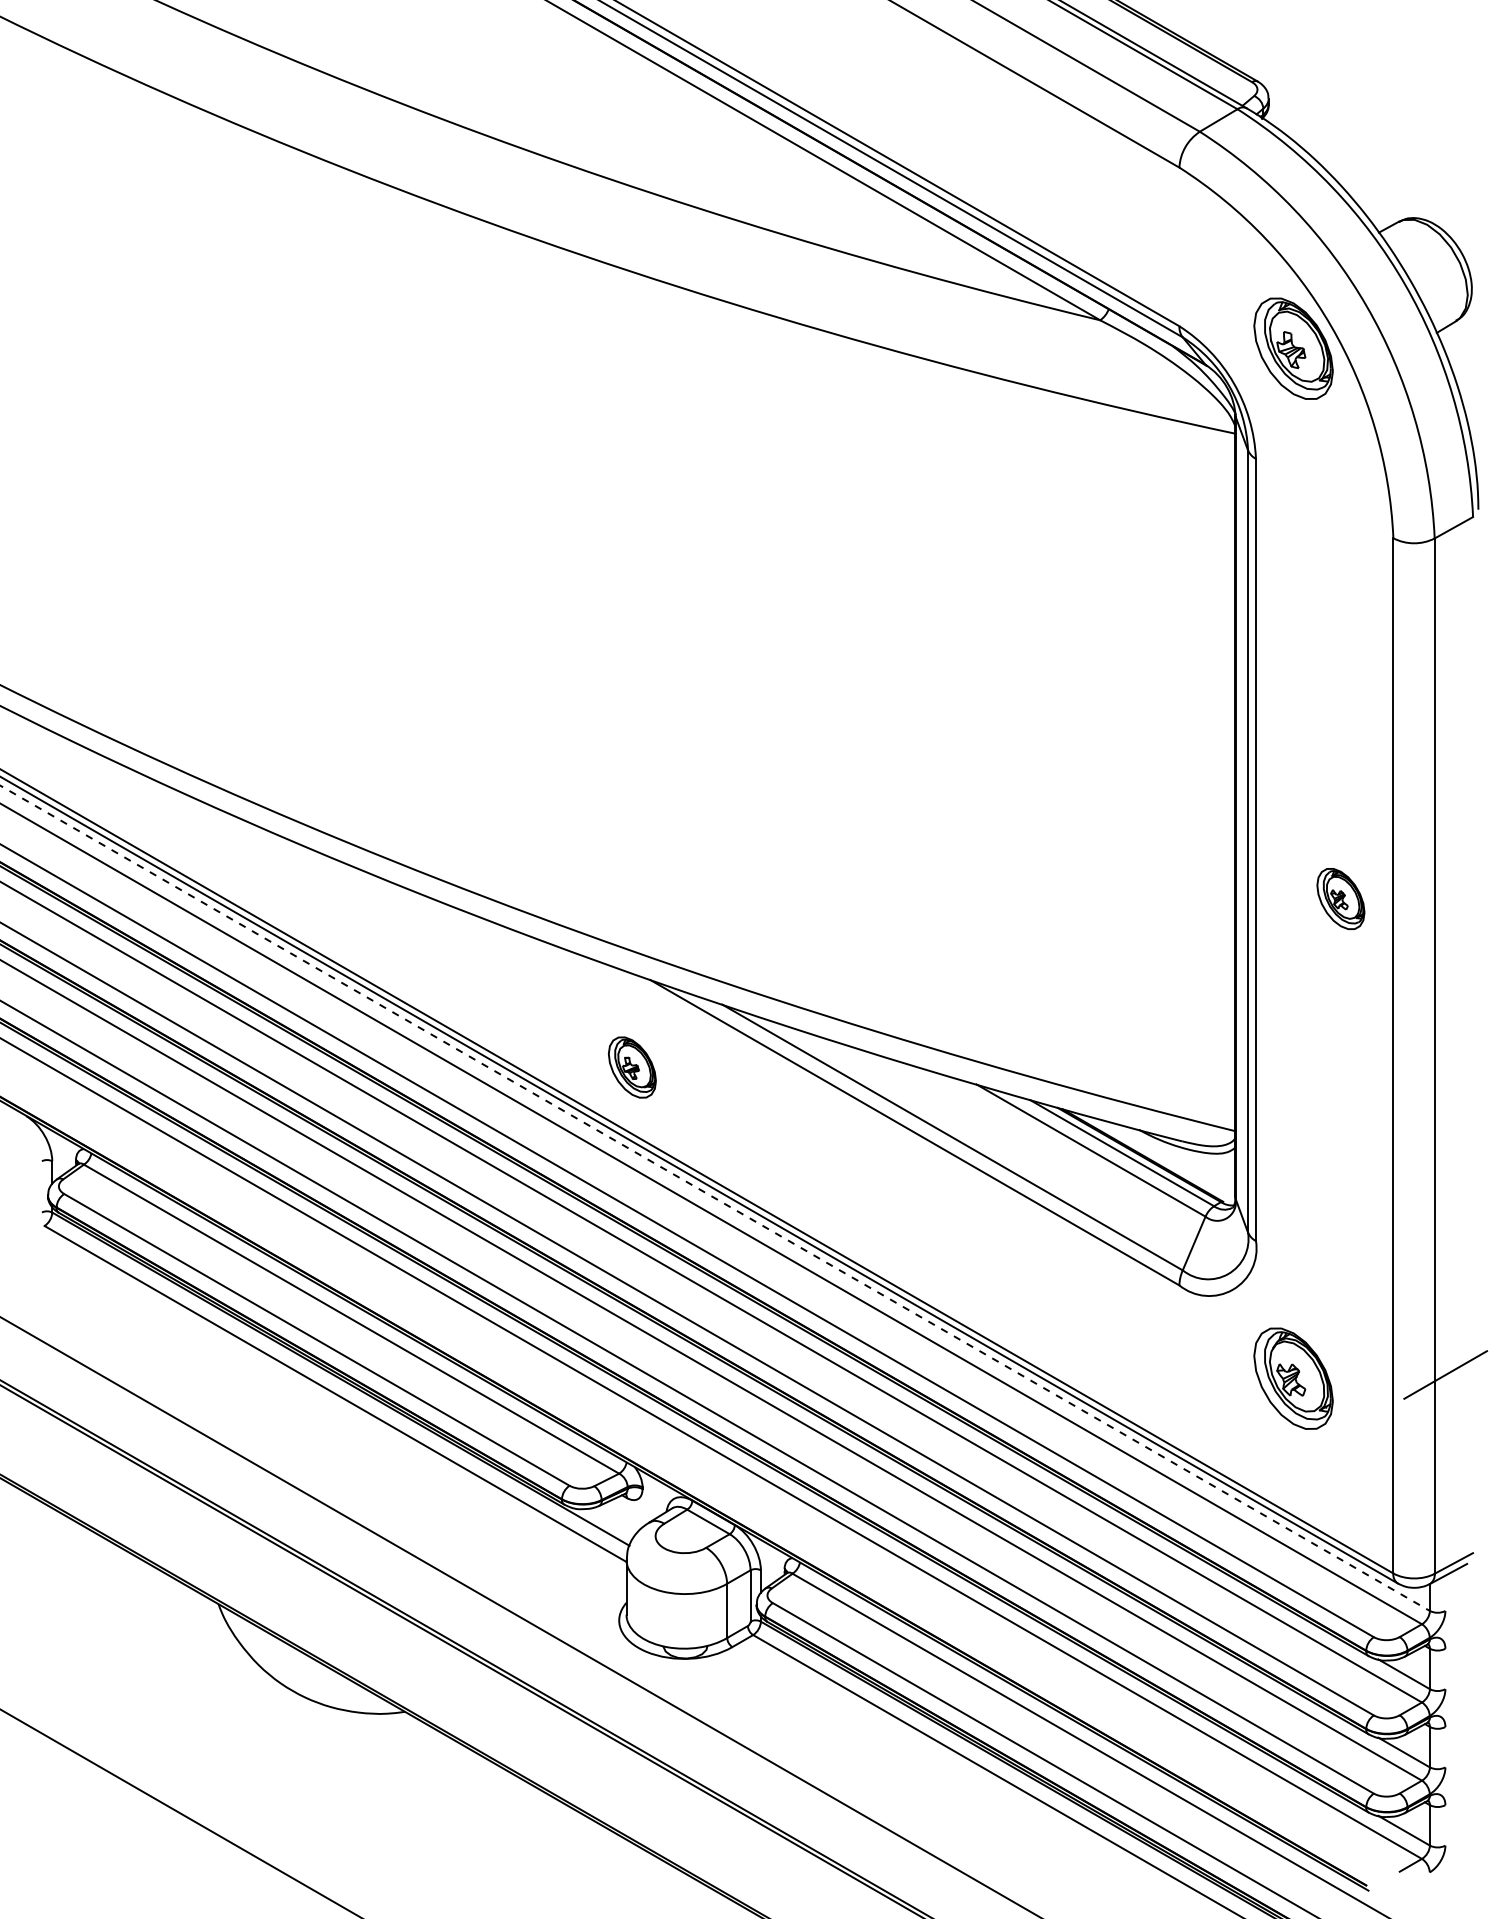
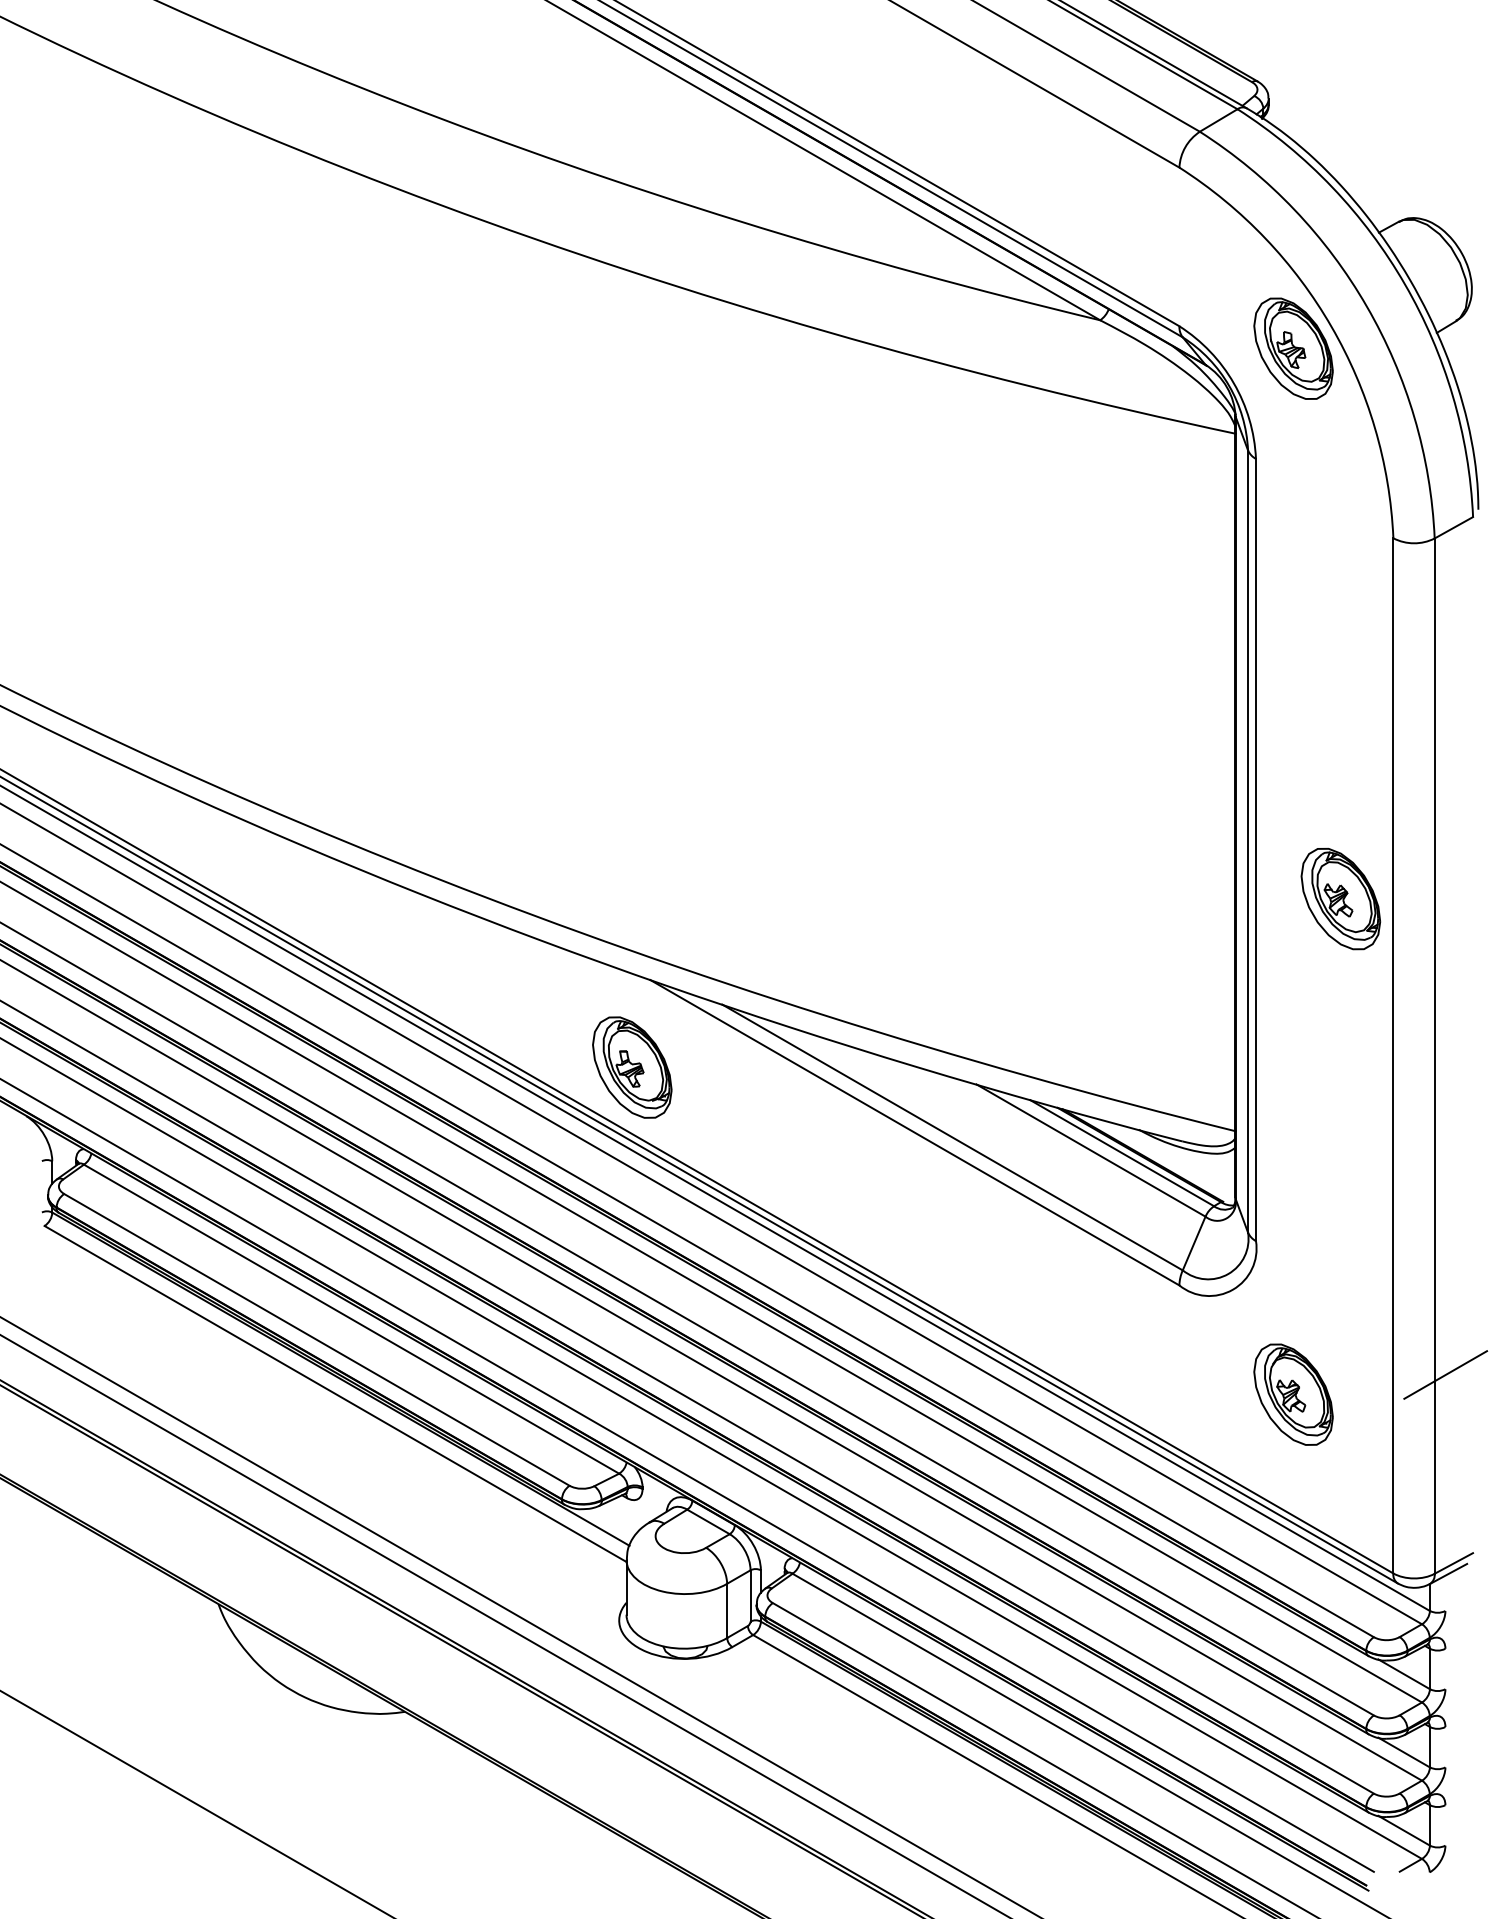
part at (1340, 898) size: 50x62 px -> 82x104 px
part at (632, 1067) size: 49x63 px -> 81x103 px
line at (715, 1198): dashed -> solid
part at (1293, 1378) position: (1293, 1378) -> (1293, 1394)
line at (687, 1475): none -> present
line at (504, 1625): none -> present
line at (180, 1812) position: (180, 1812) -> (196, 1803)
